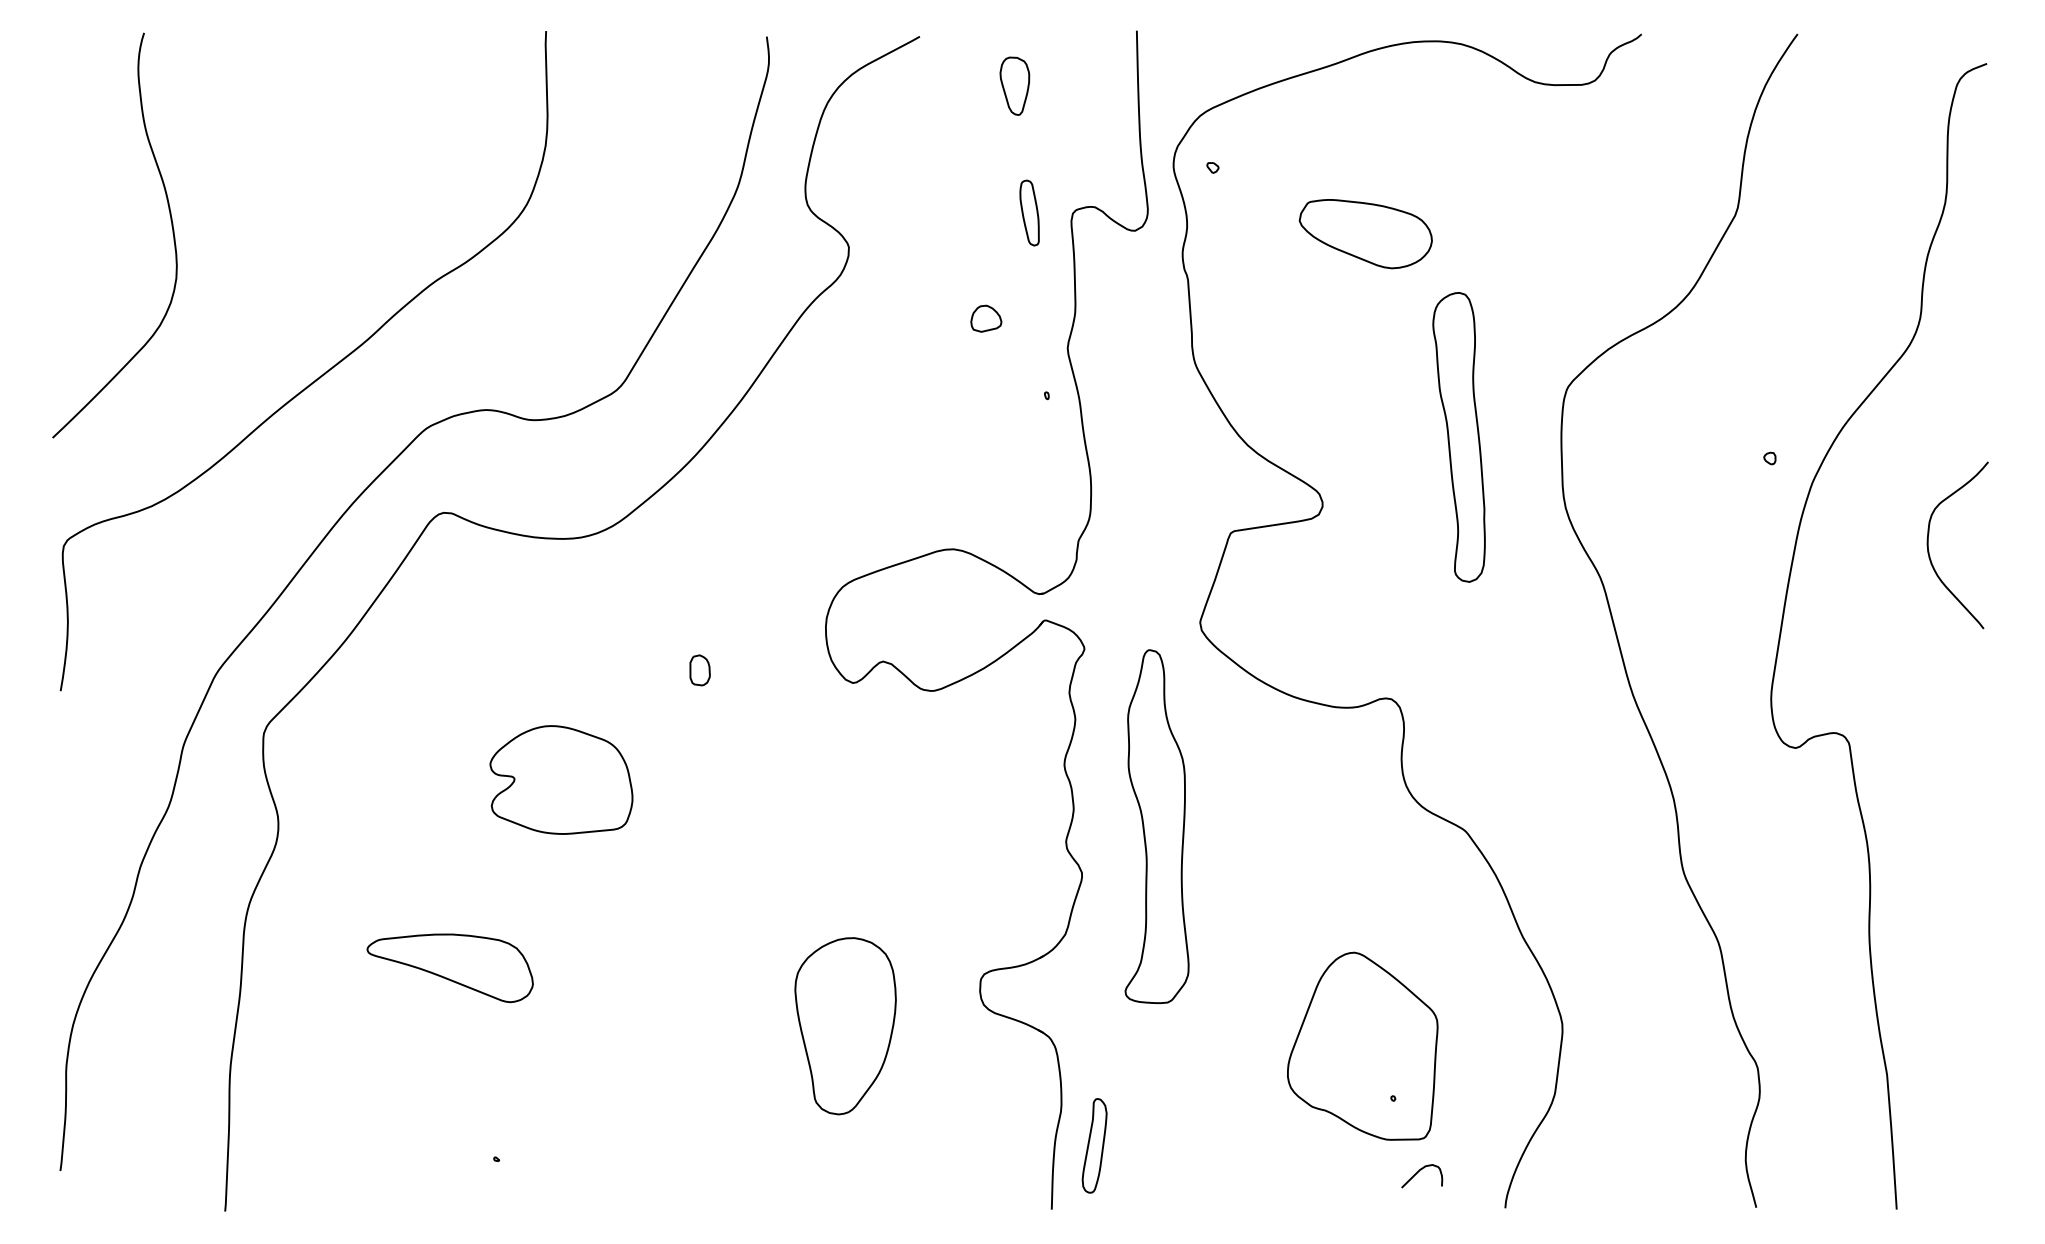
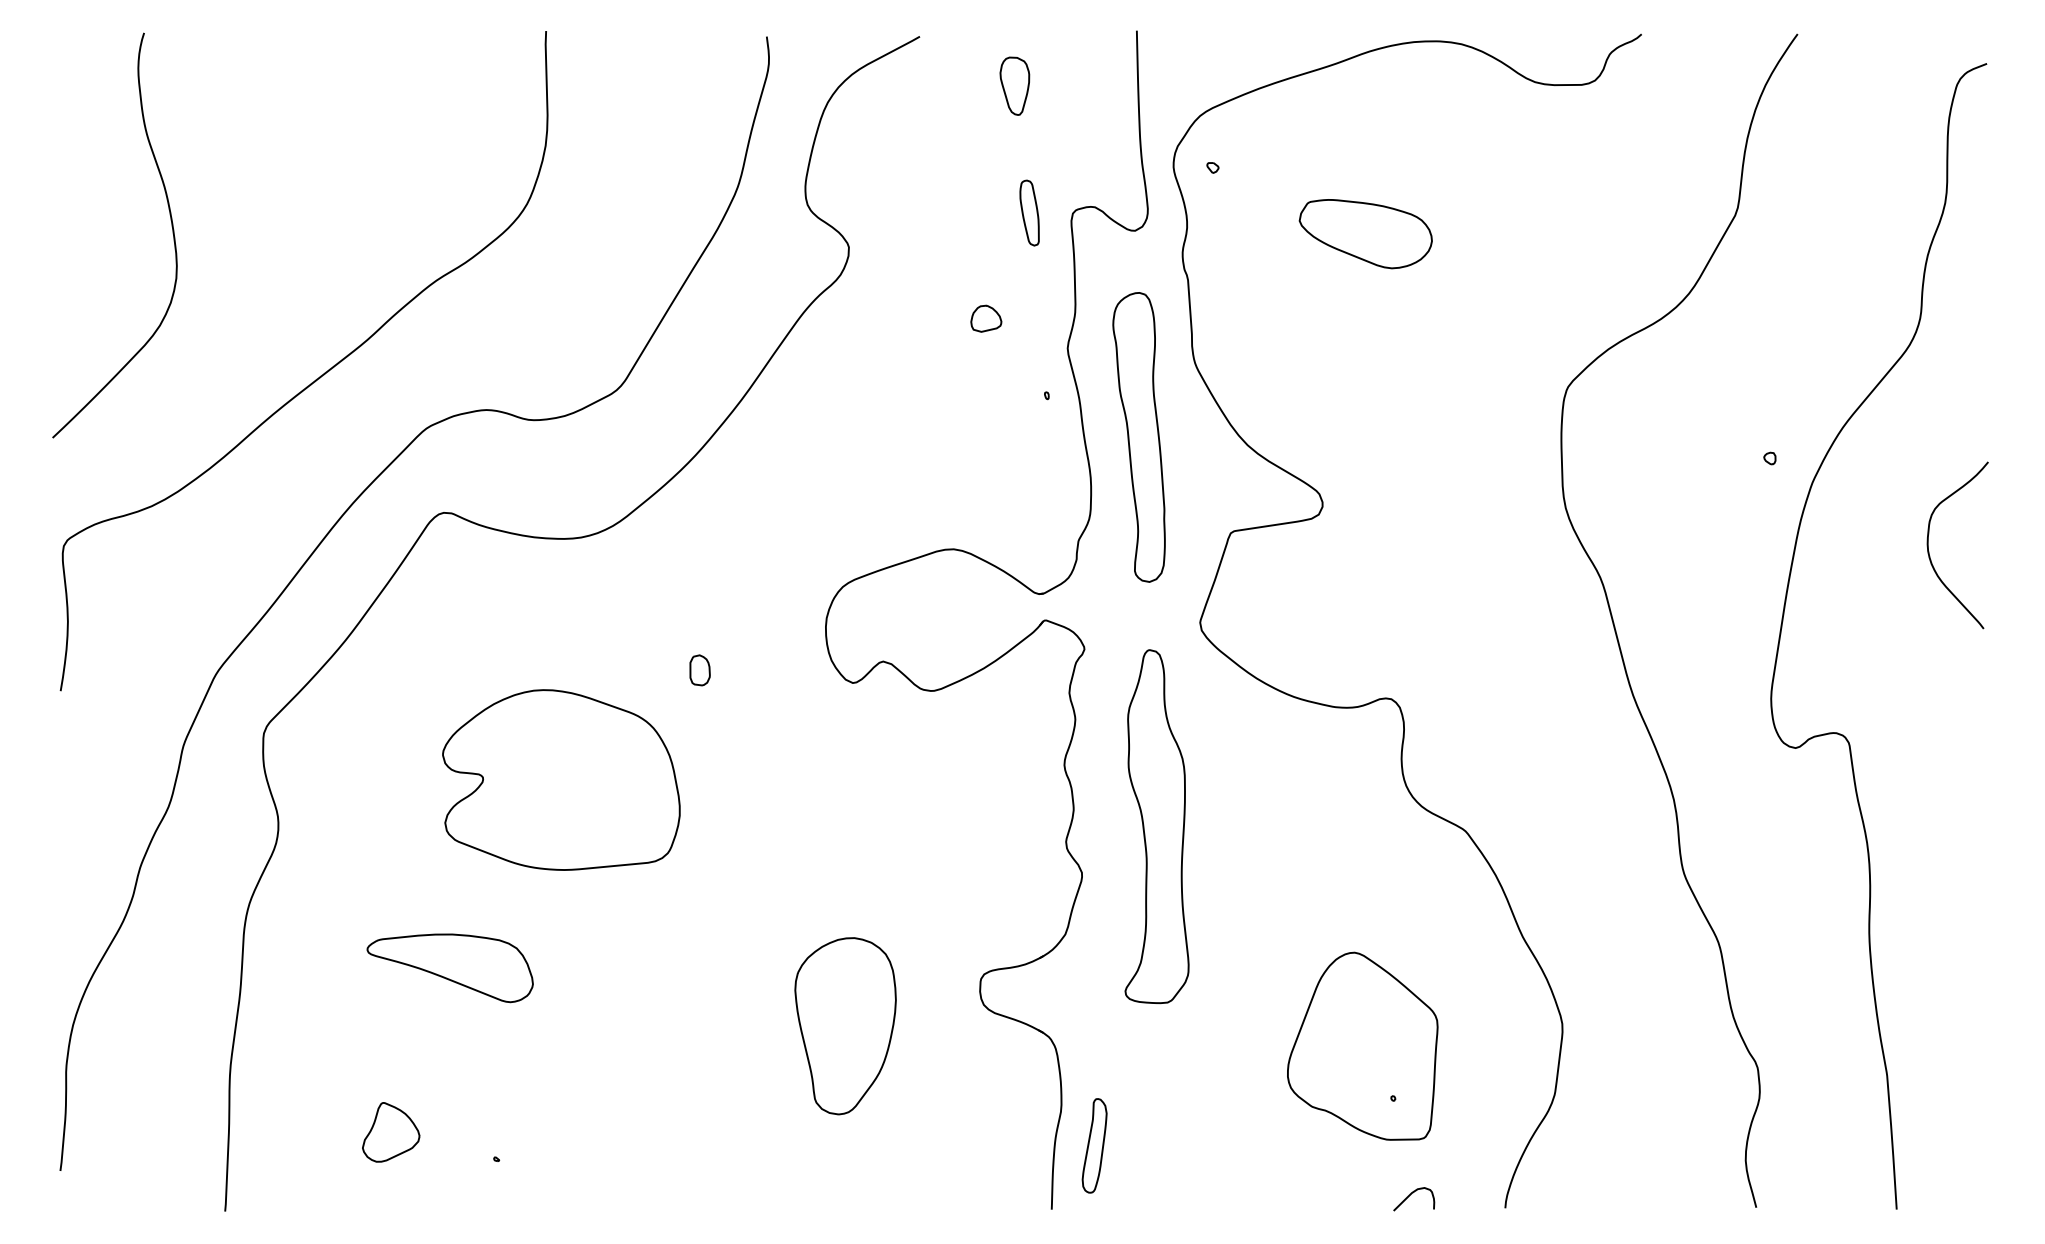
part at (1458, 437) position: (1458, 437) -> (1138, 437)
part at (561, 779) size: 145x110 px -> 239x182 px
part at (391, 1132): none -> present
curve at (1418, 1172) position: (1418, 1172) -> (1410, 1195)
